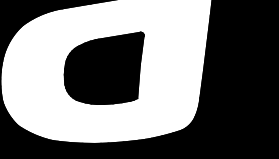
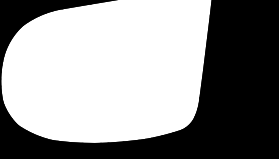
part at (103, 67): present -> none
